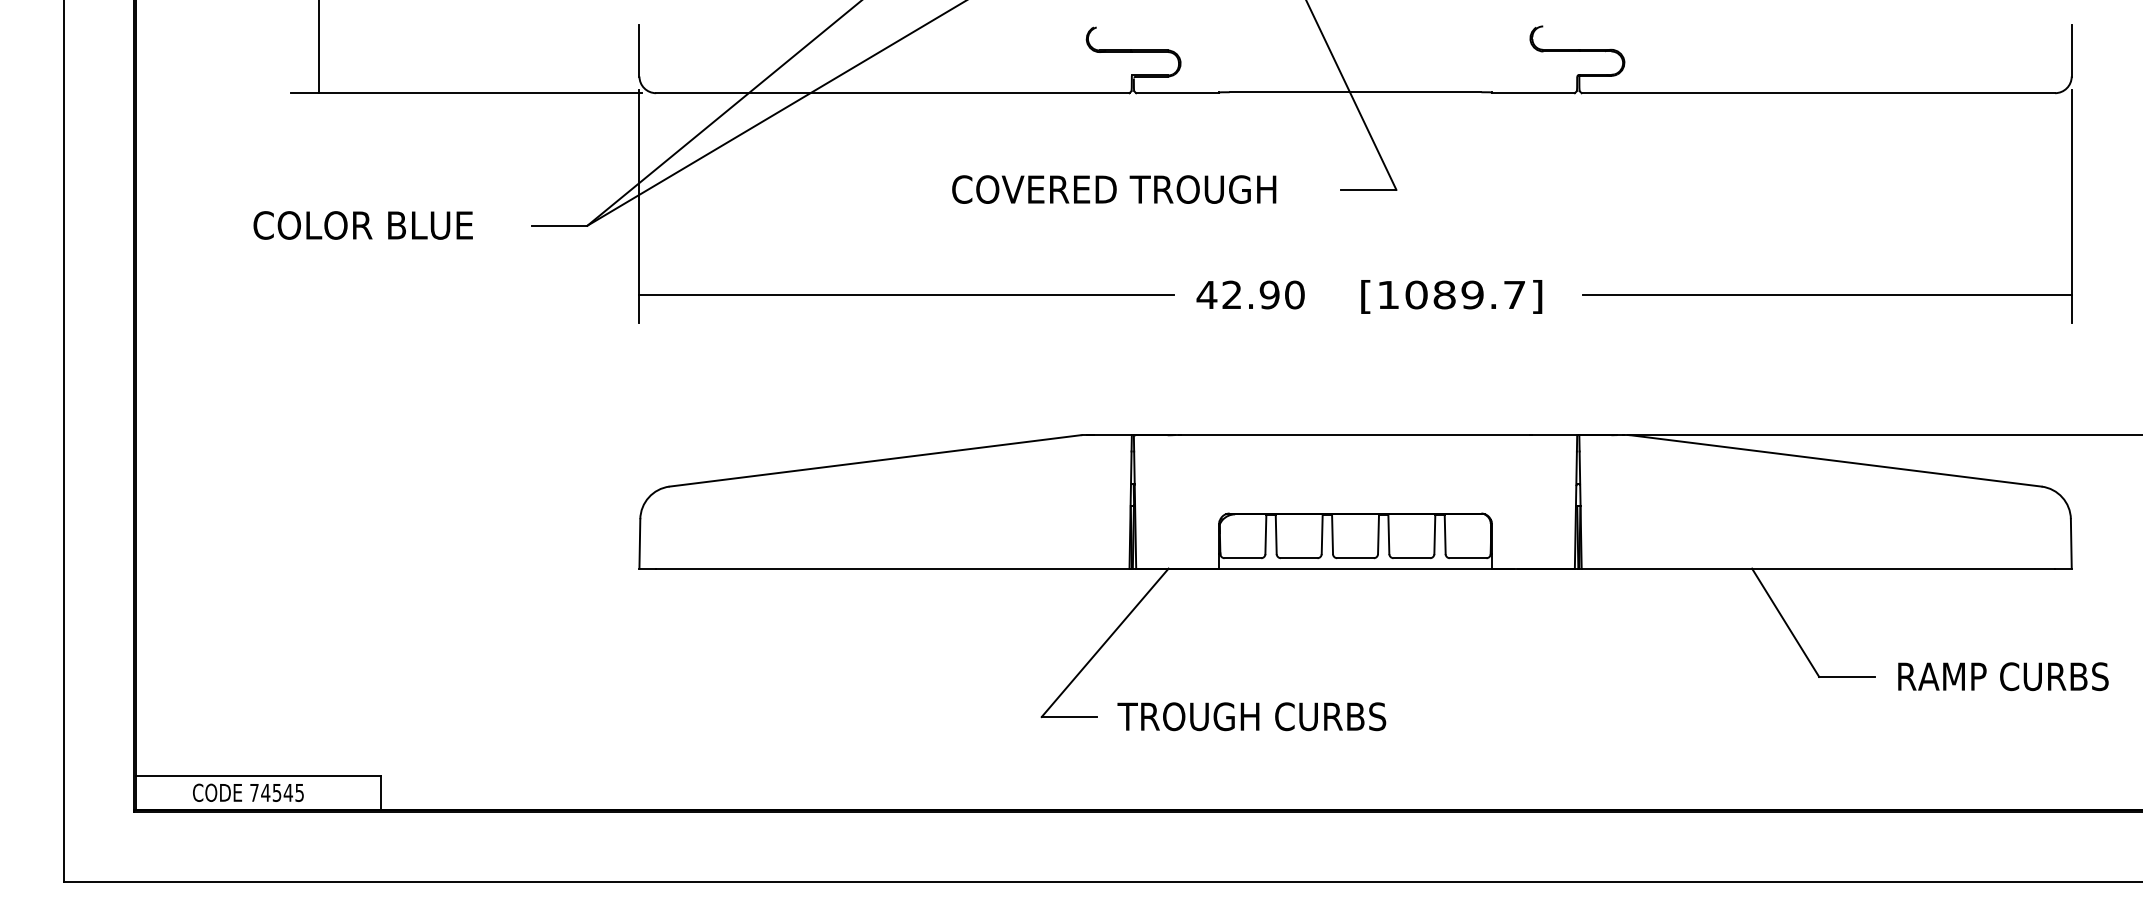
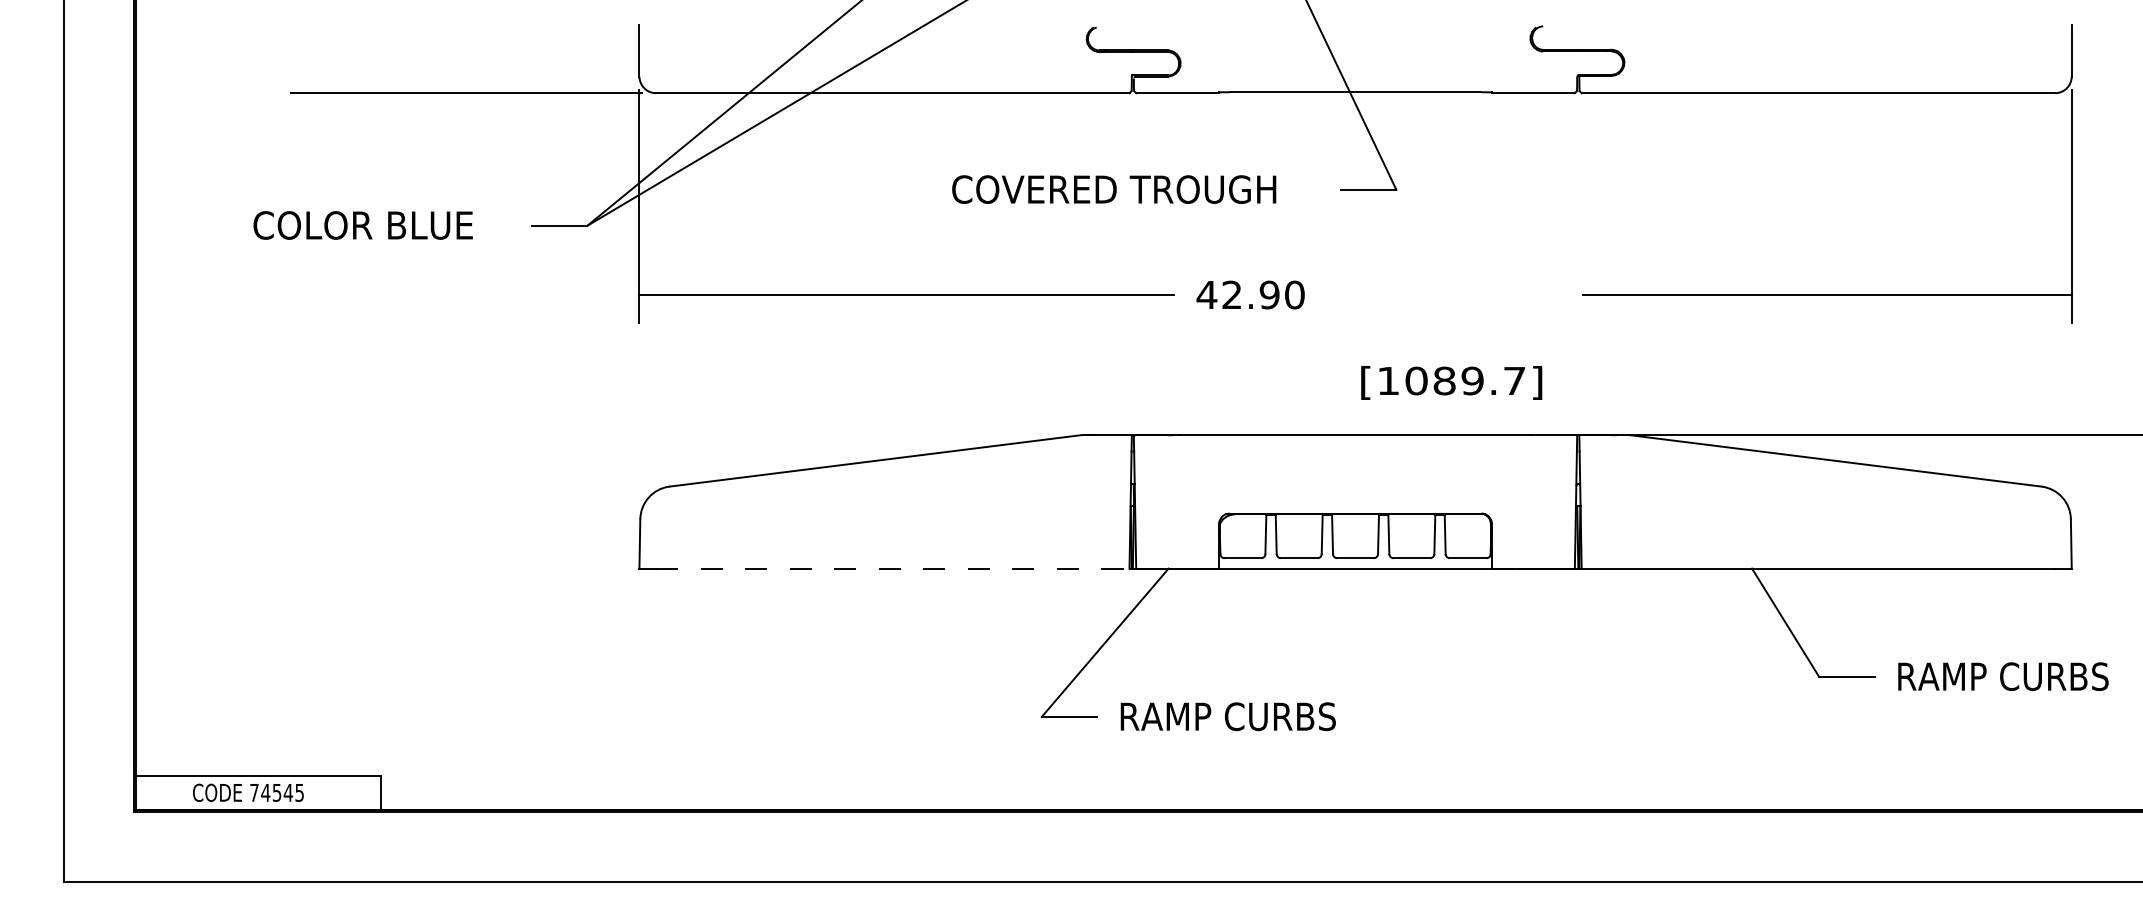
line at (319, 47): present -> none
text at (1451, 296) position: (1451, 296) -> (1451, 382)
line at (892, 568): solid -> dashed
text at (1251, 716): TROUGH CURBS -> RAMP CURBS
